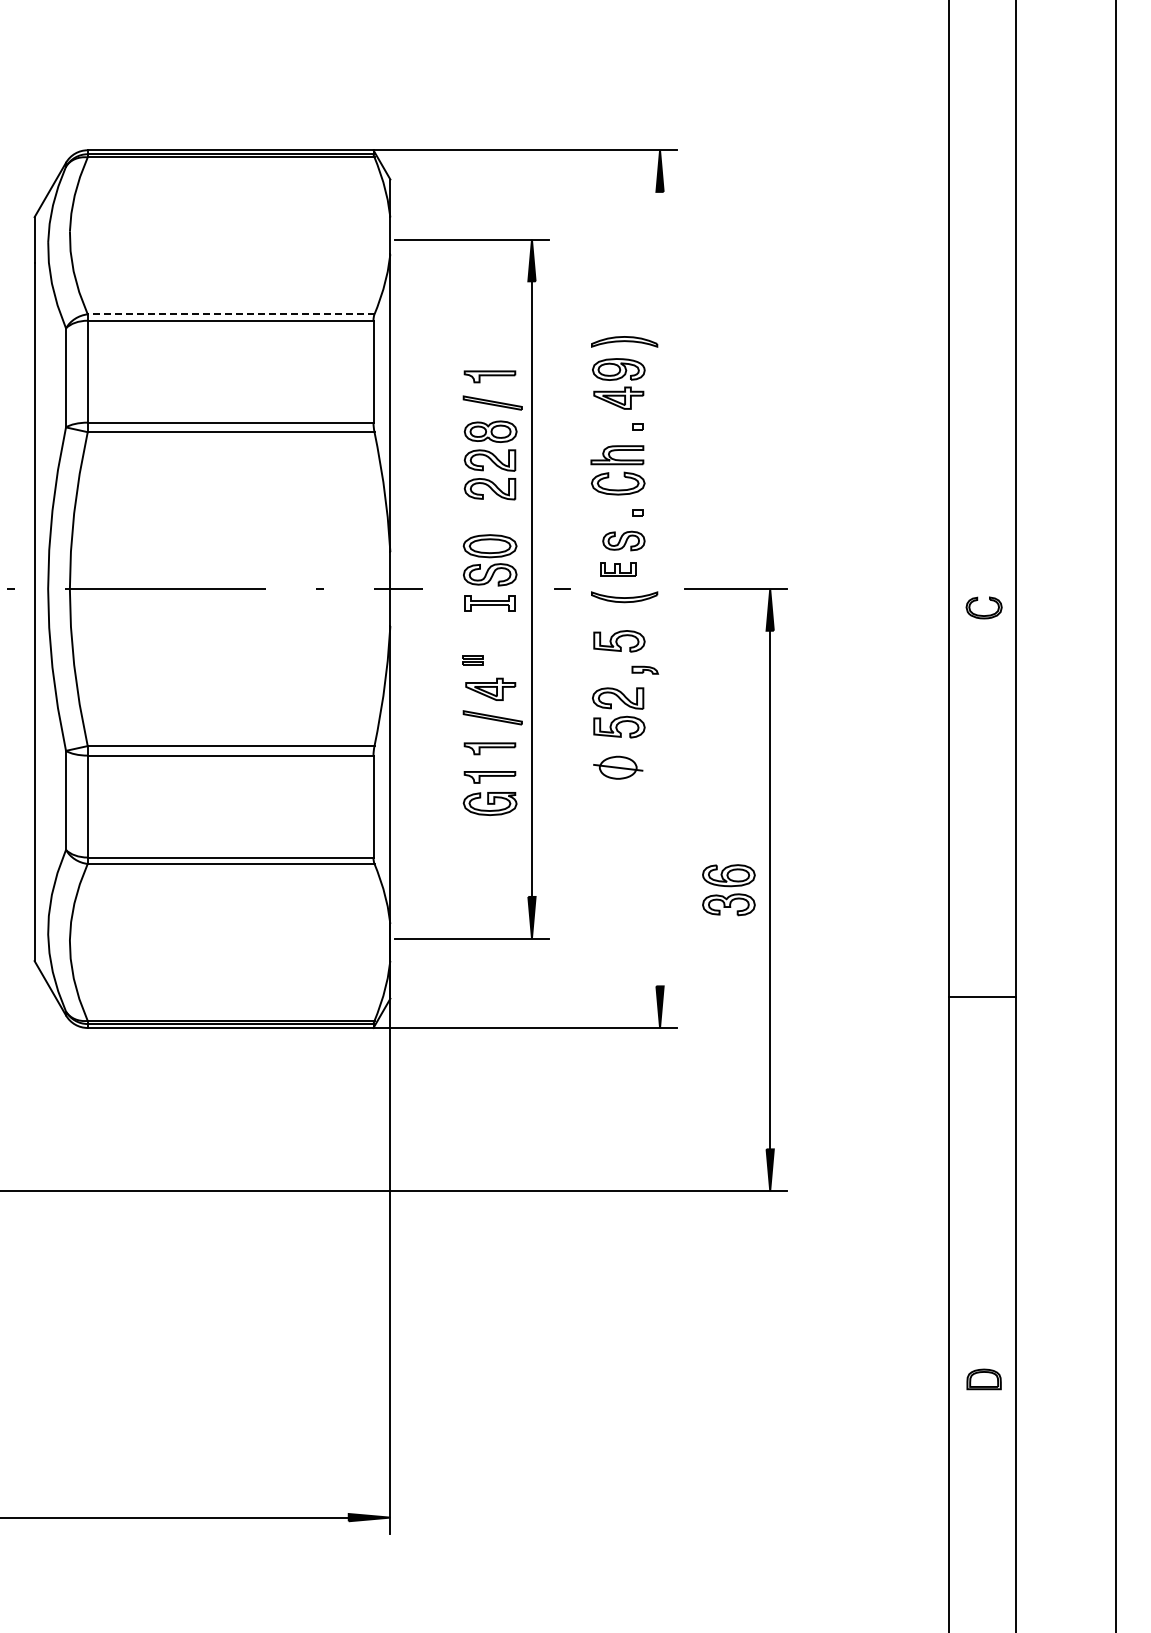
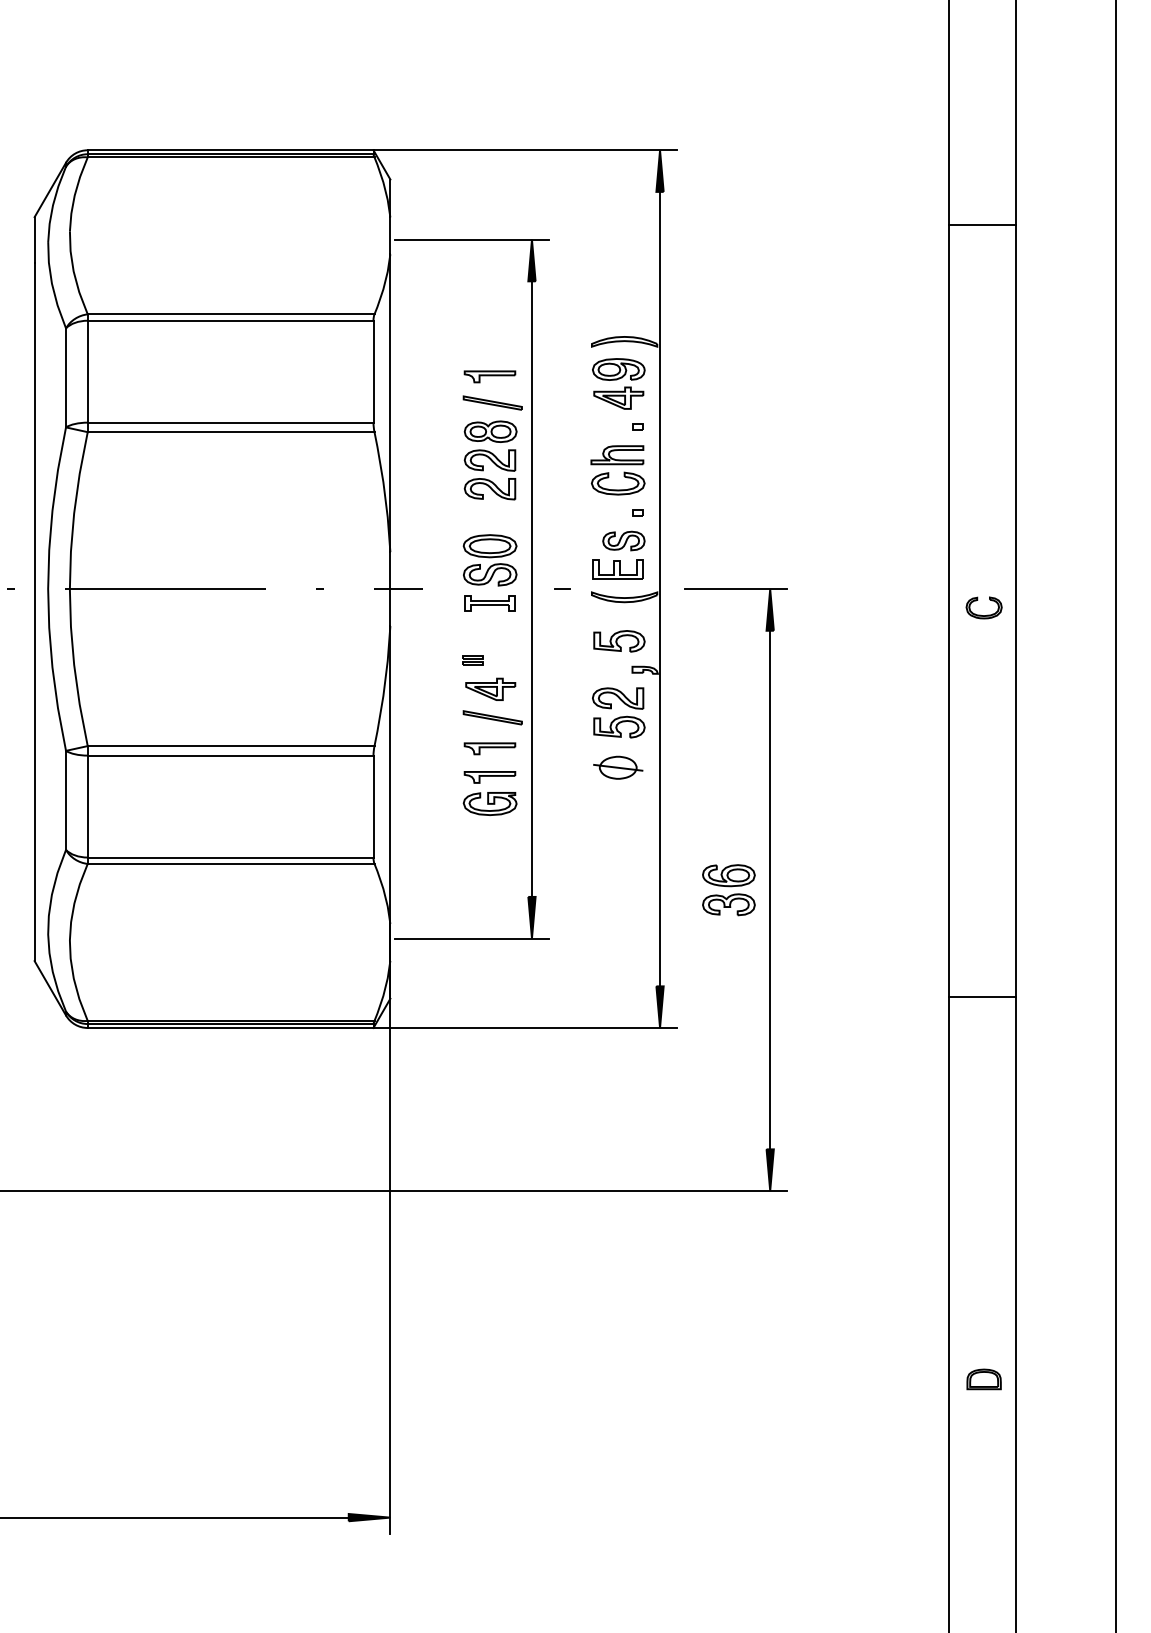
line at (982, 224): none -> present
line at (230, 314): dashed -> solid
part at (618, 569) size: 37x15 px -> 52x21 px
line at (660, 588): none -> present
